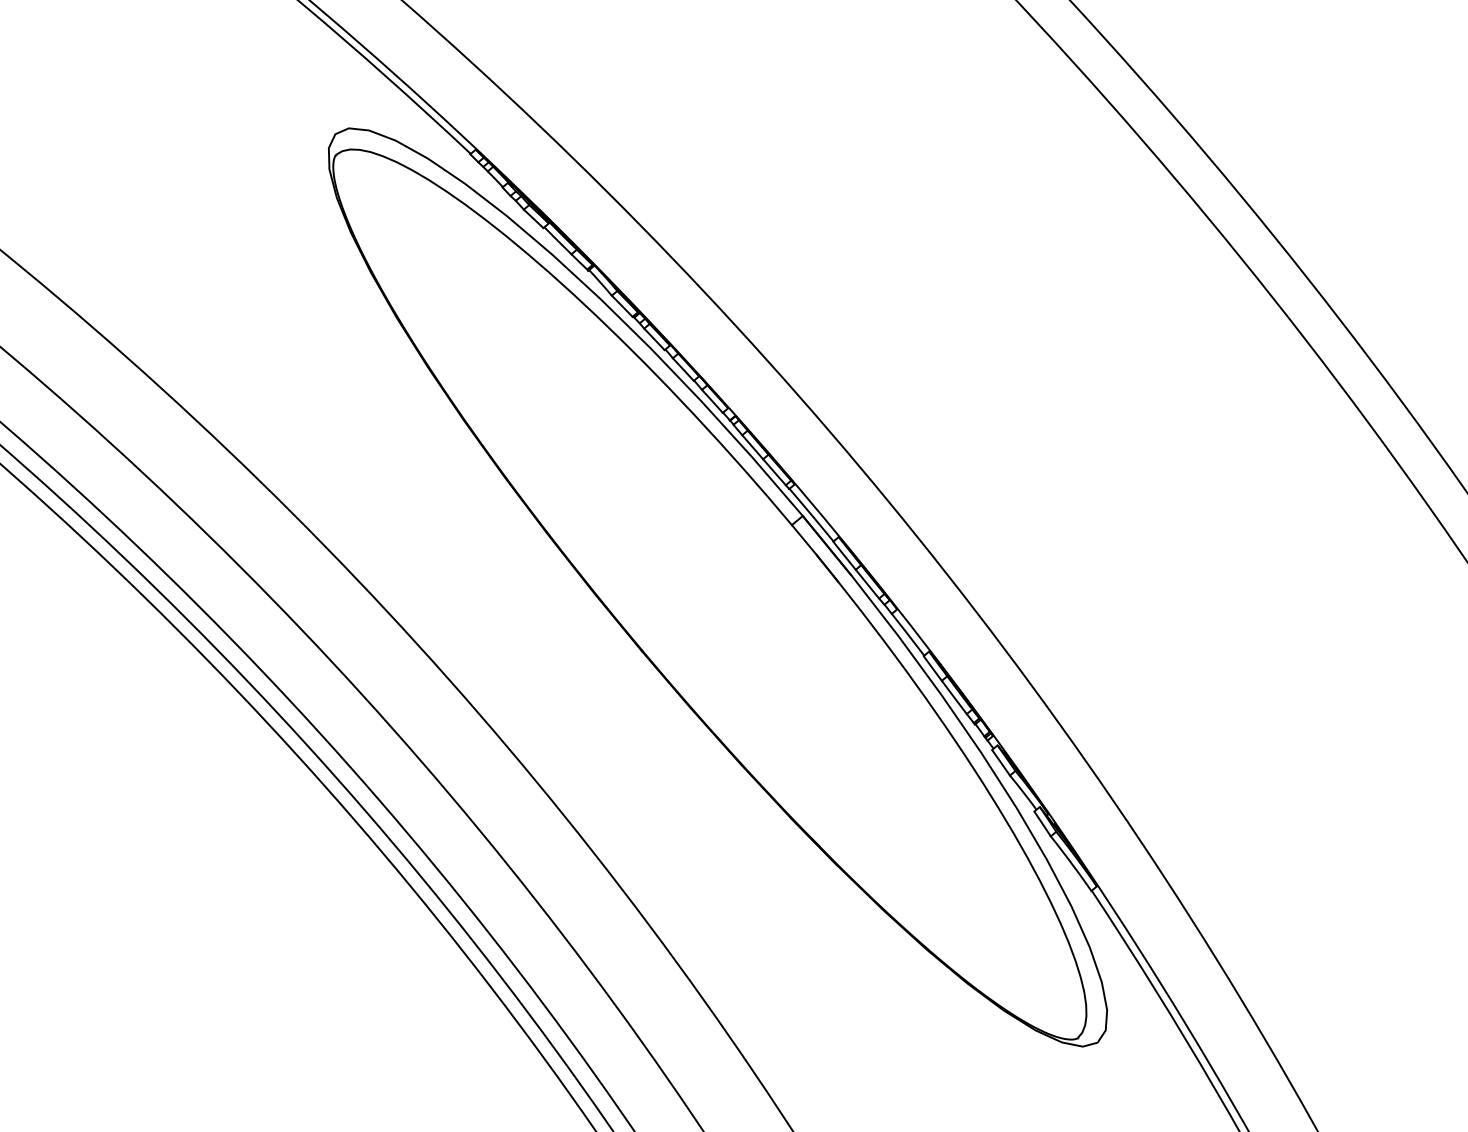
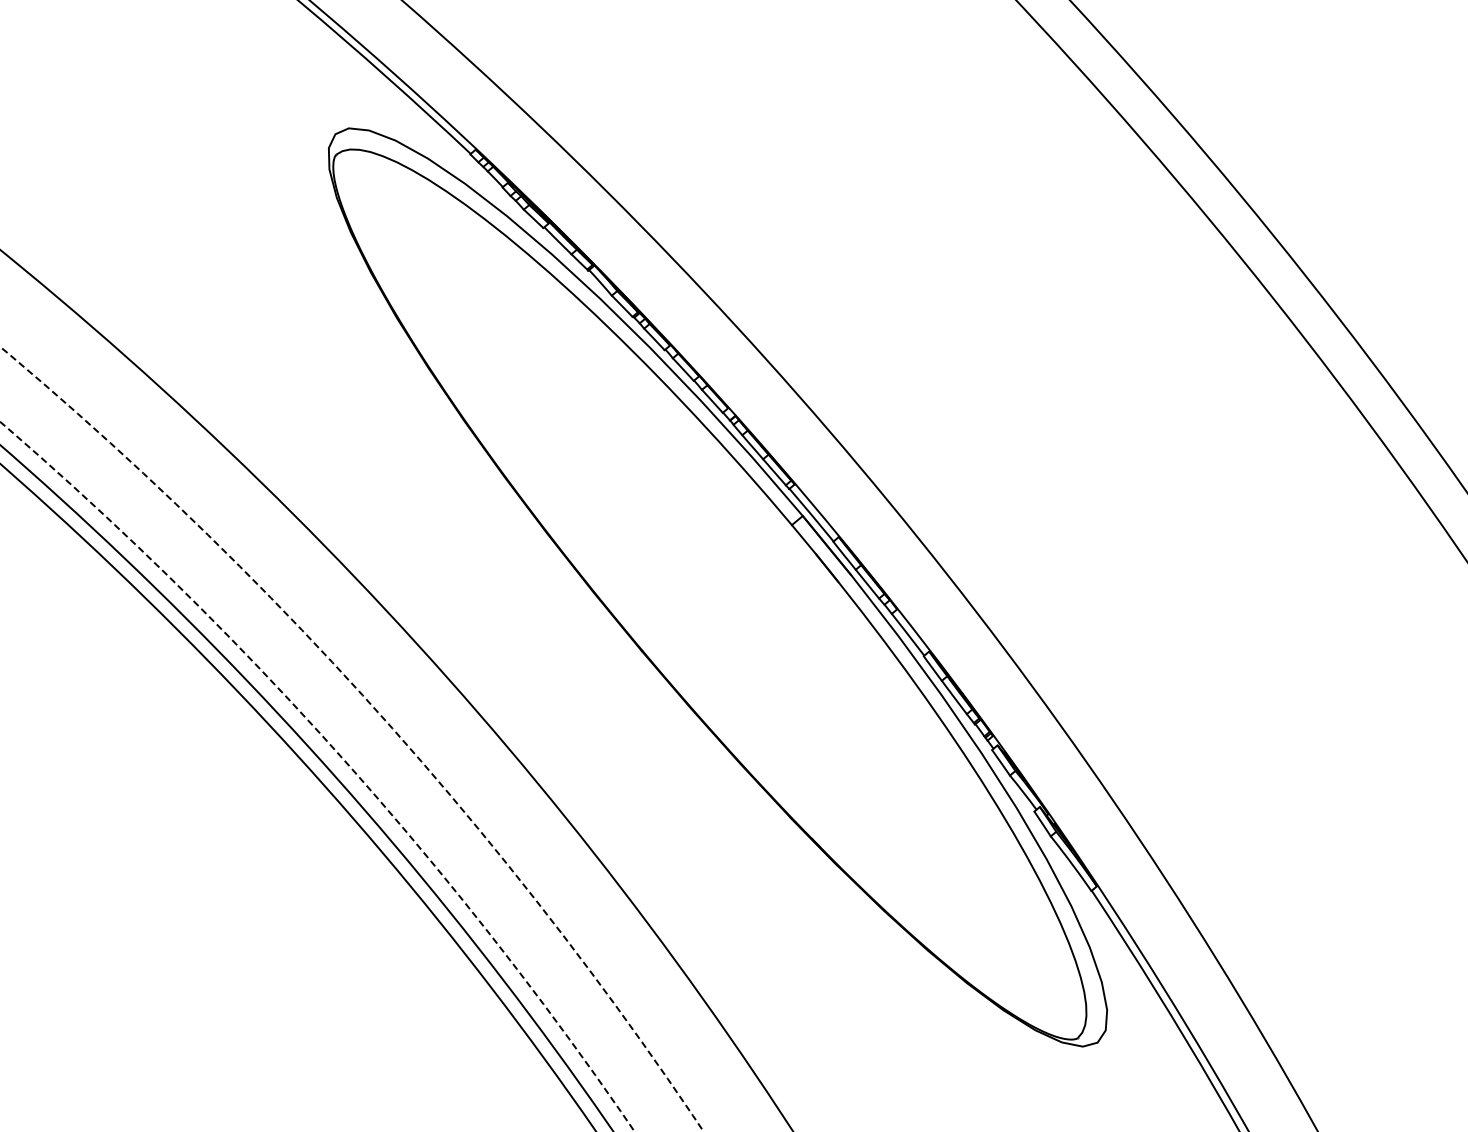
circle at (351, 739): solid -> dashed
circle at (317, 776): solid -> dashed
